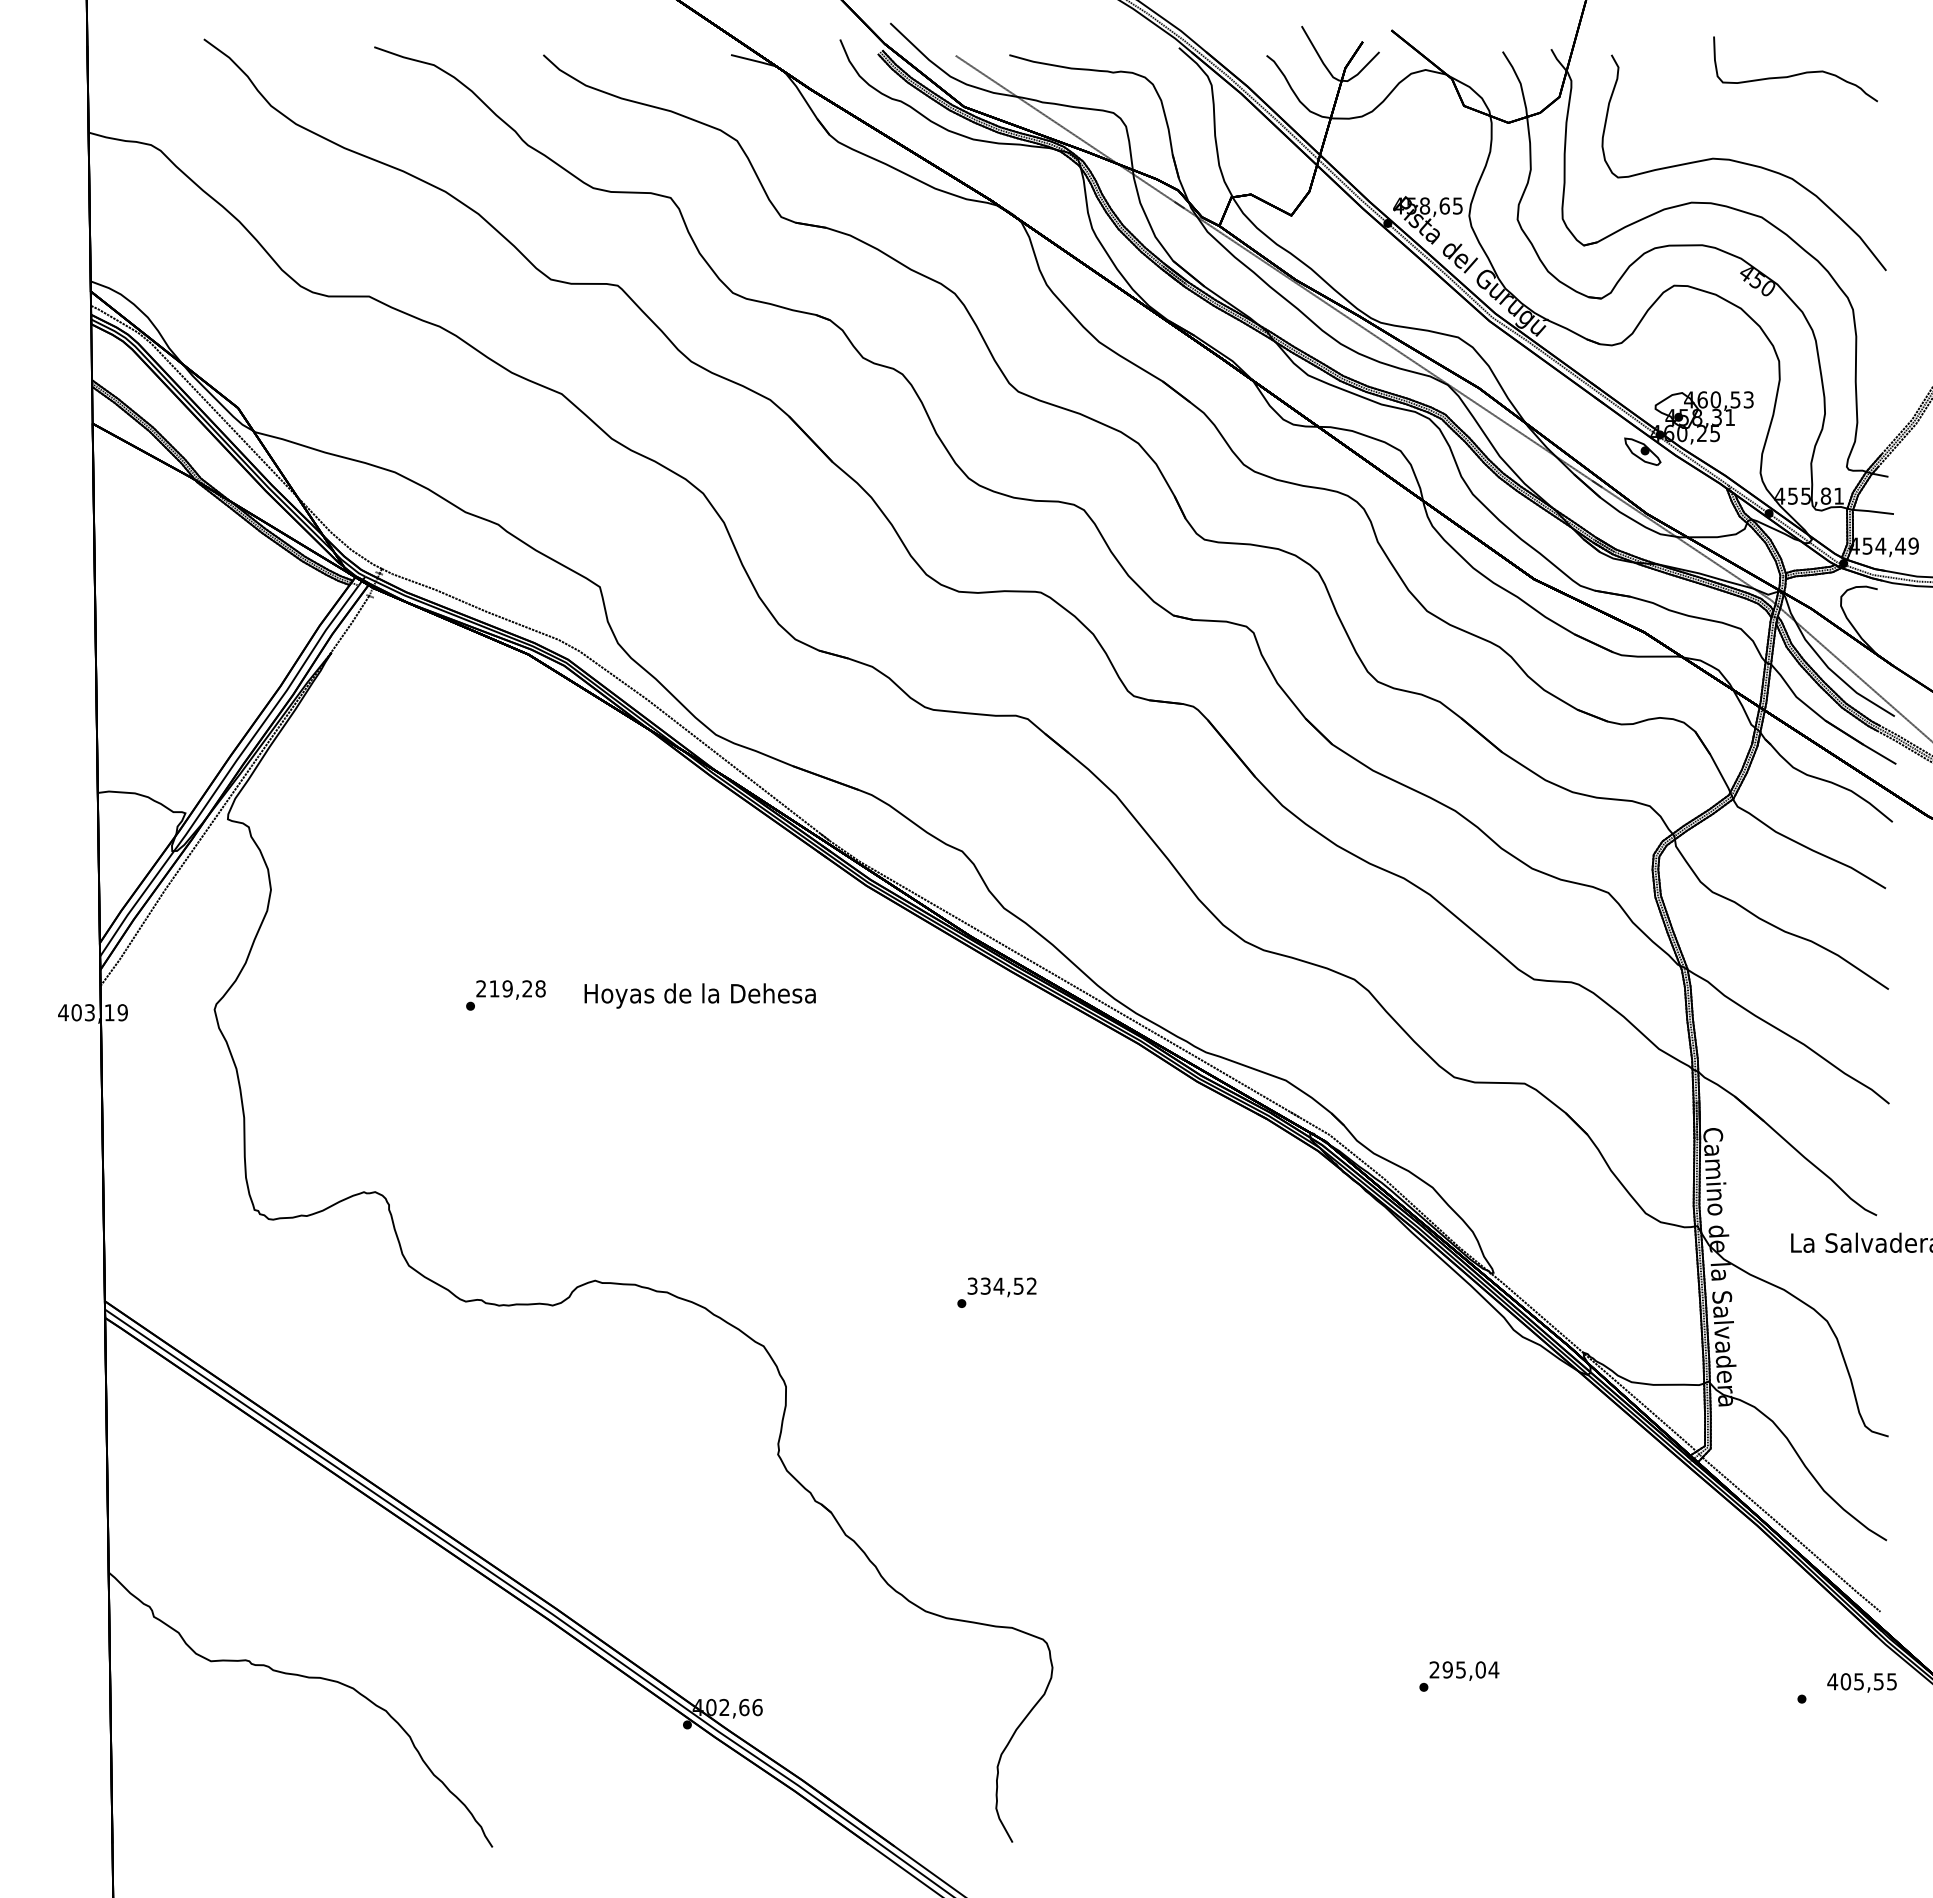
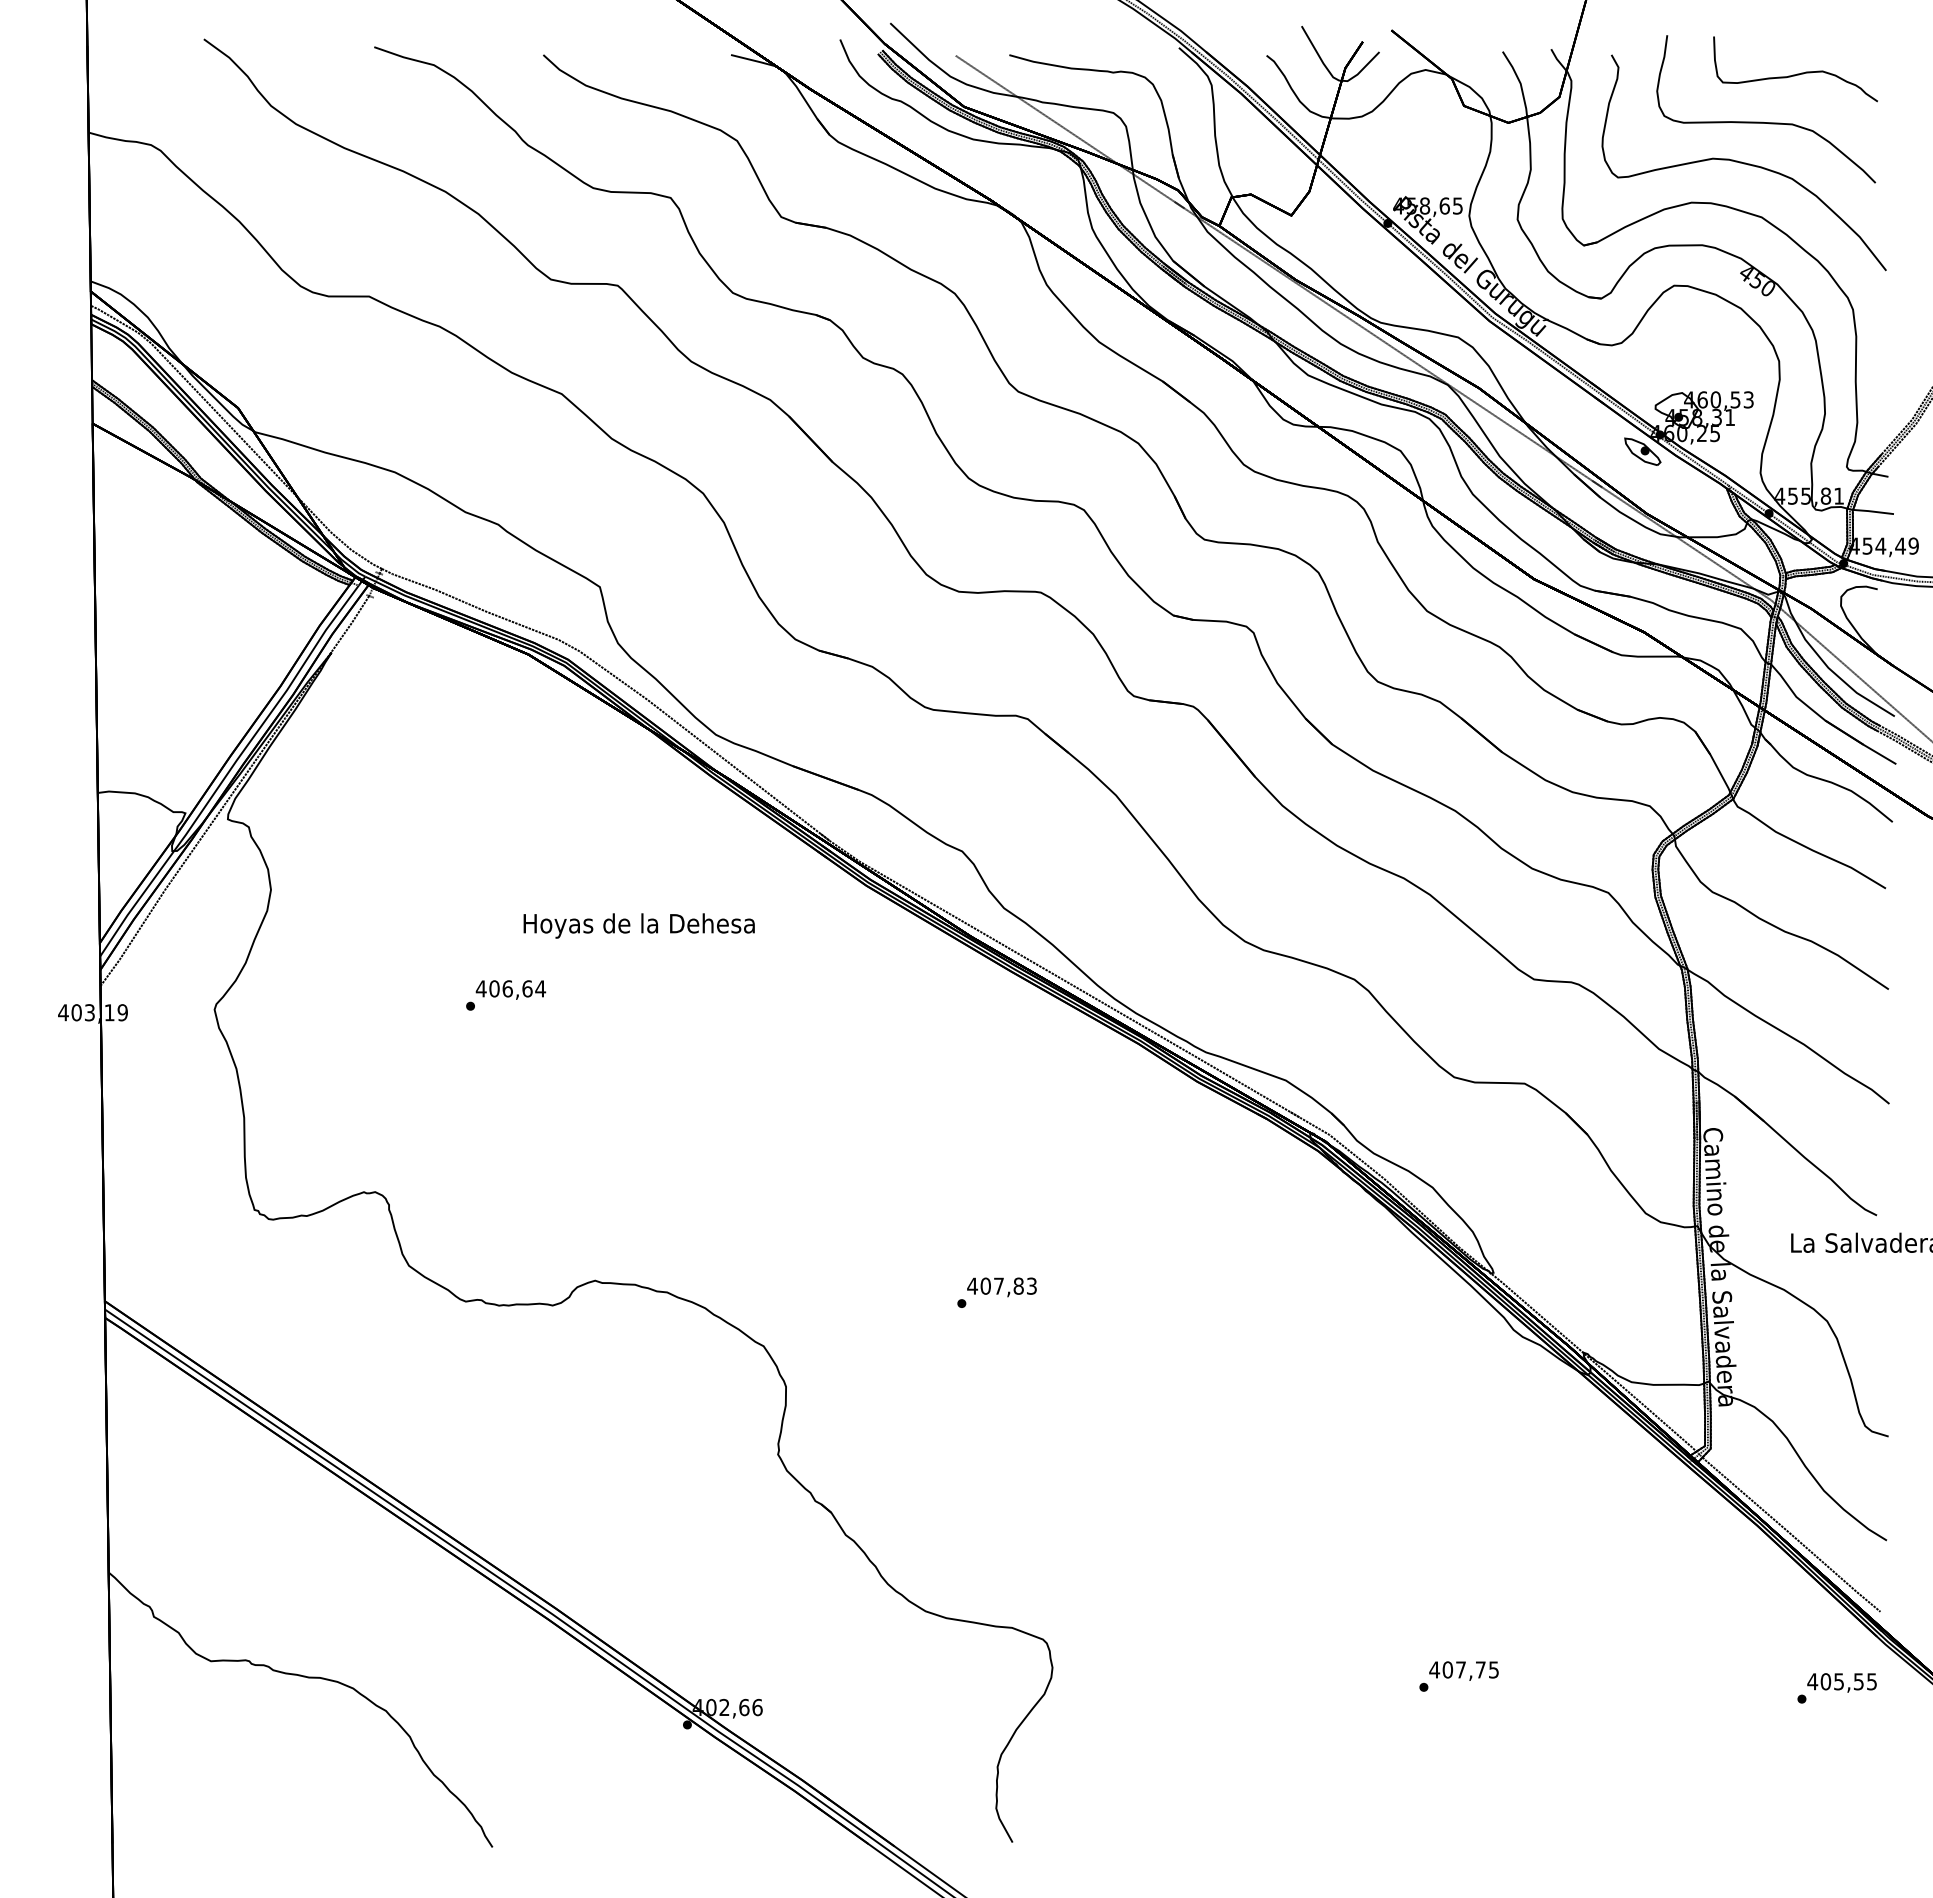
curve at (1762, 121): none -> present
text at (510, 988): 219,28 -> 406,64
text at (699, 995) position: (699, 995) -> (638, 925)
text at (1001, 1285): 334,52 -> 407,83
text at (1464, 1669): 295,04 -> 407,75
text at (1861, 1682) position: (1861, 1682) -> (1841, 1682)
